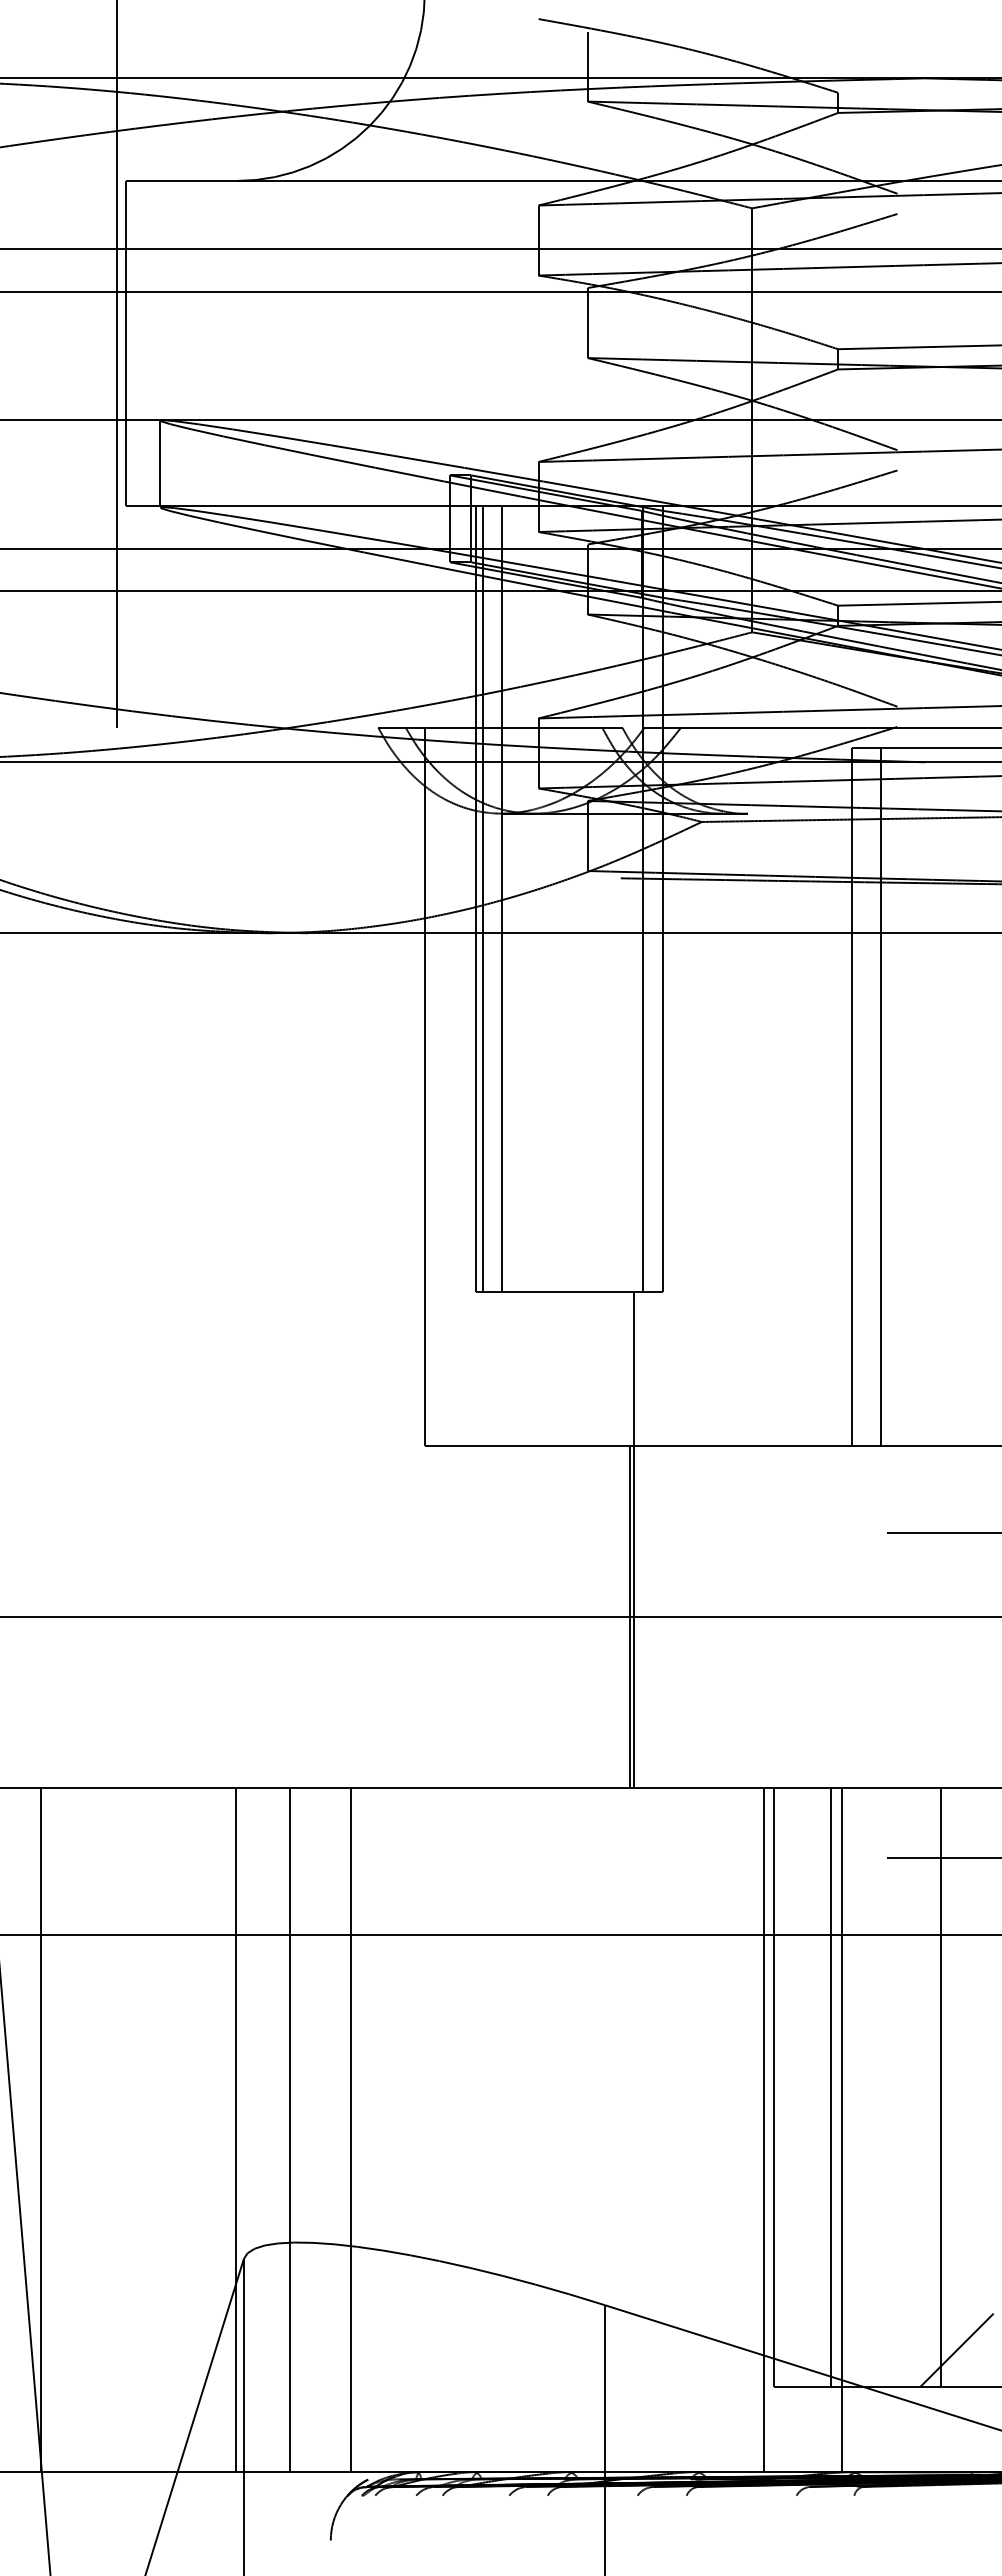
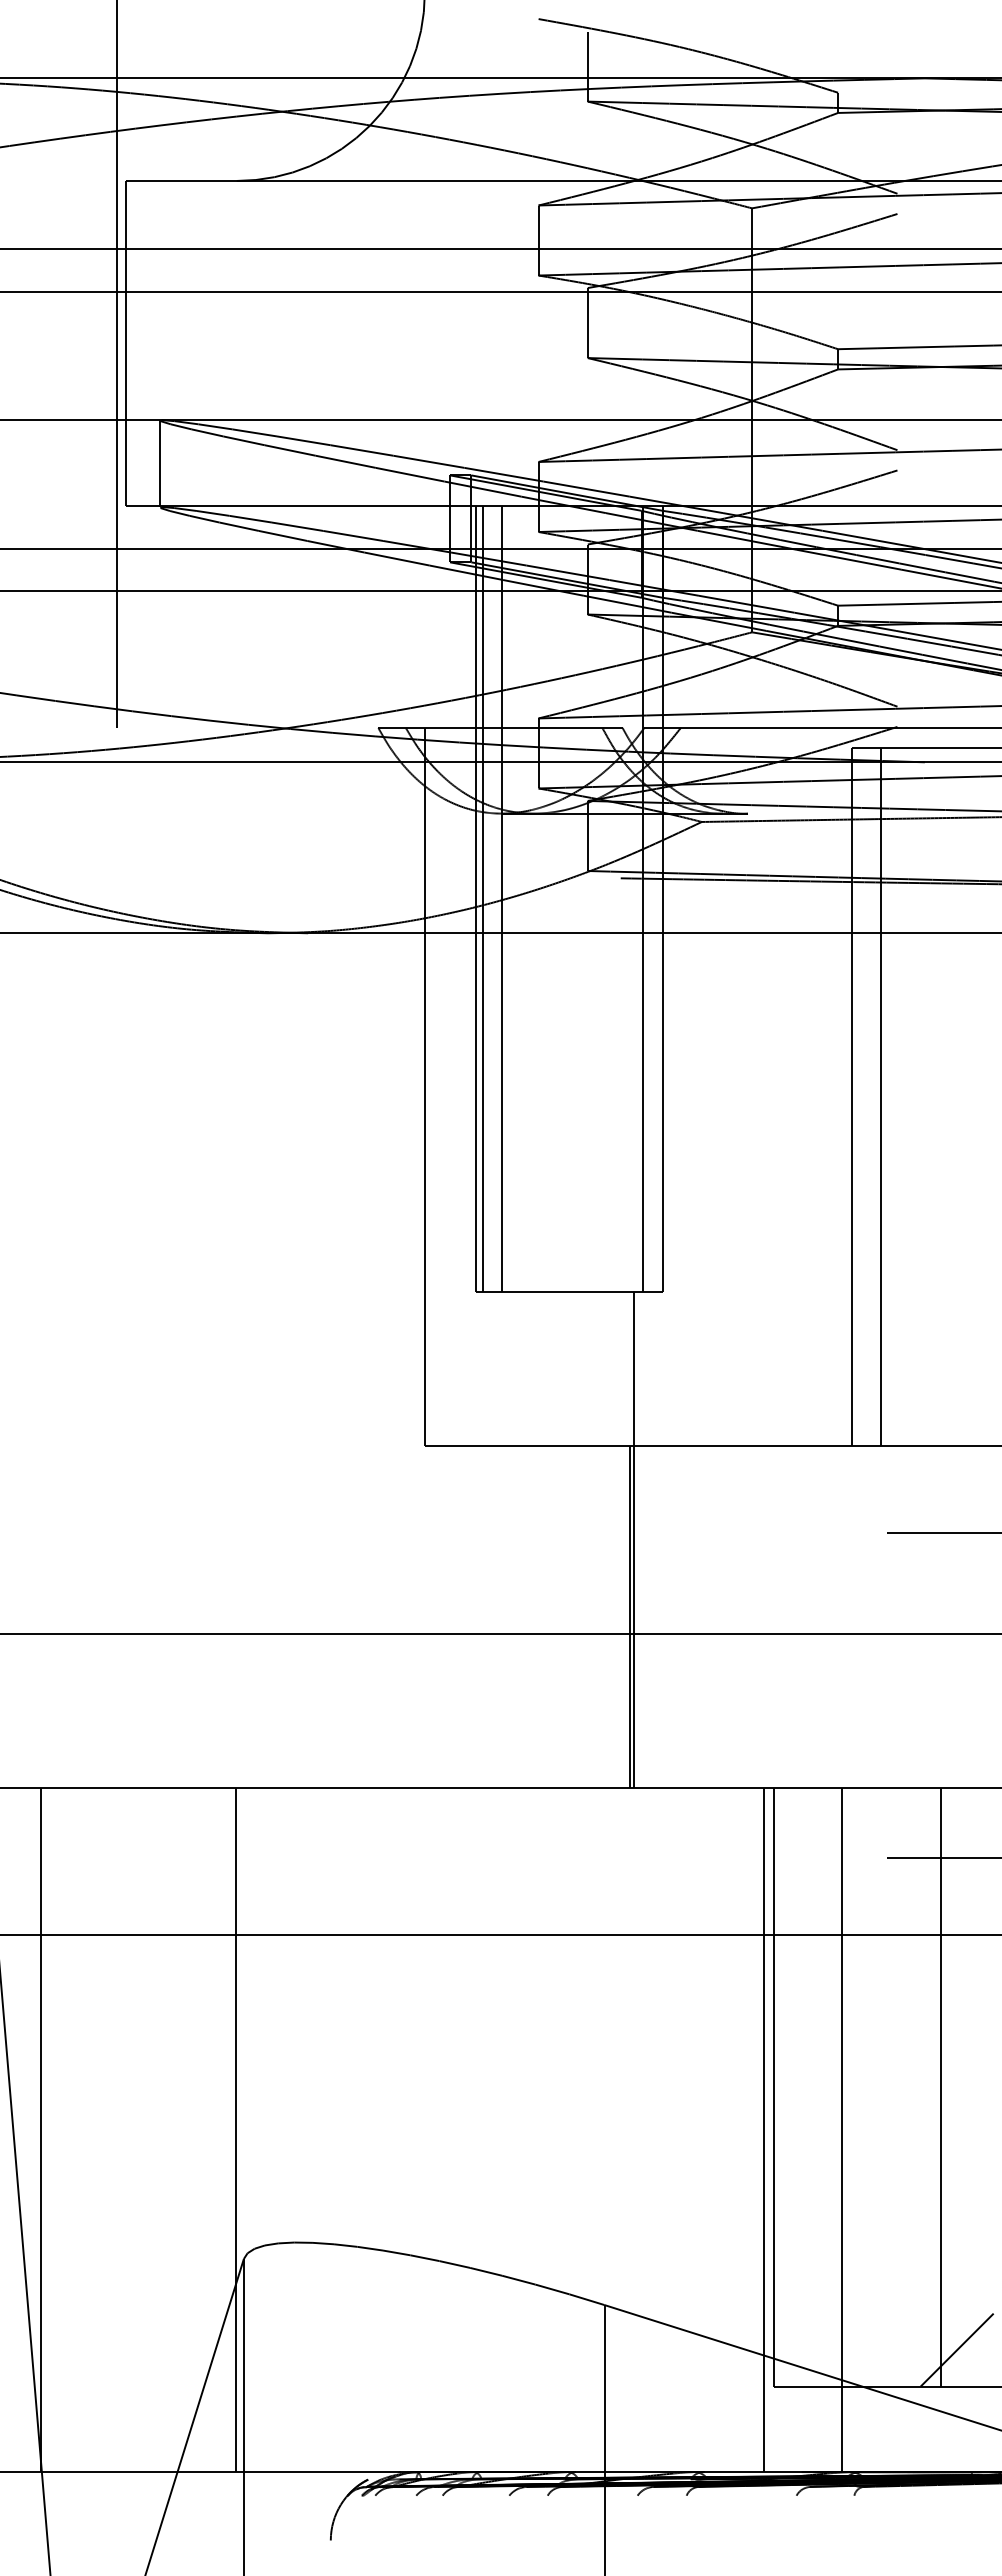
line at (500, 1617) position: (500, 1617) -> (500, 1634)
line at (830, 2087): present -> none
line at (290, 2130): present -> none
line at (351, 2130): present -> none
